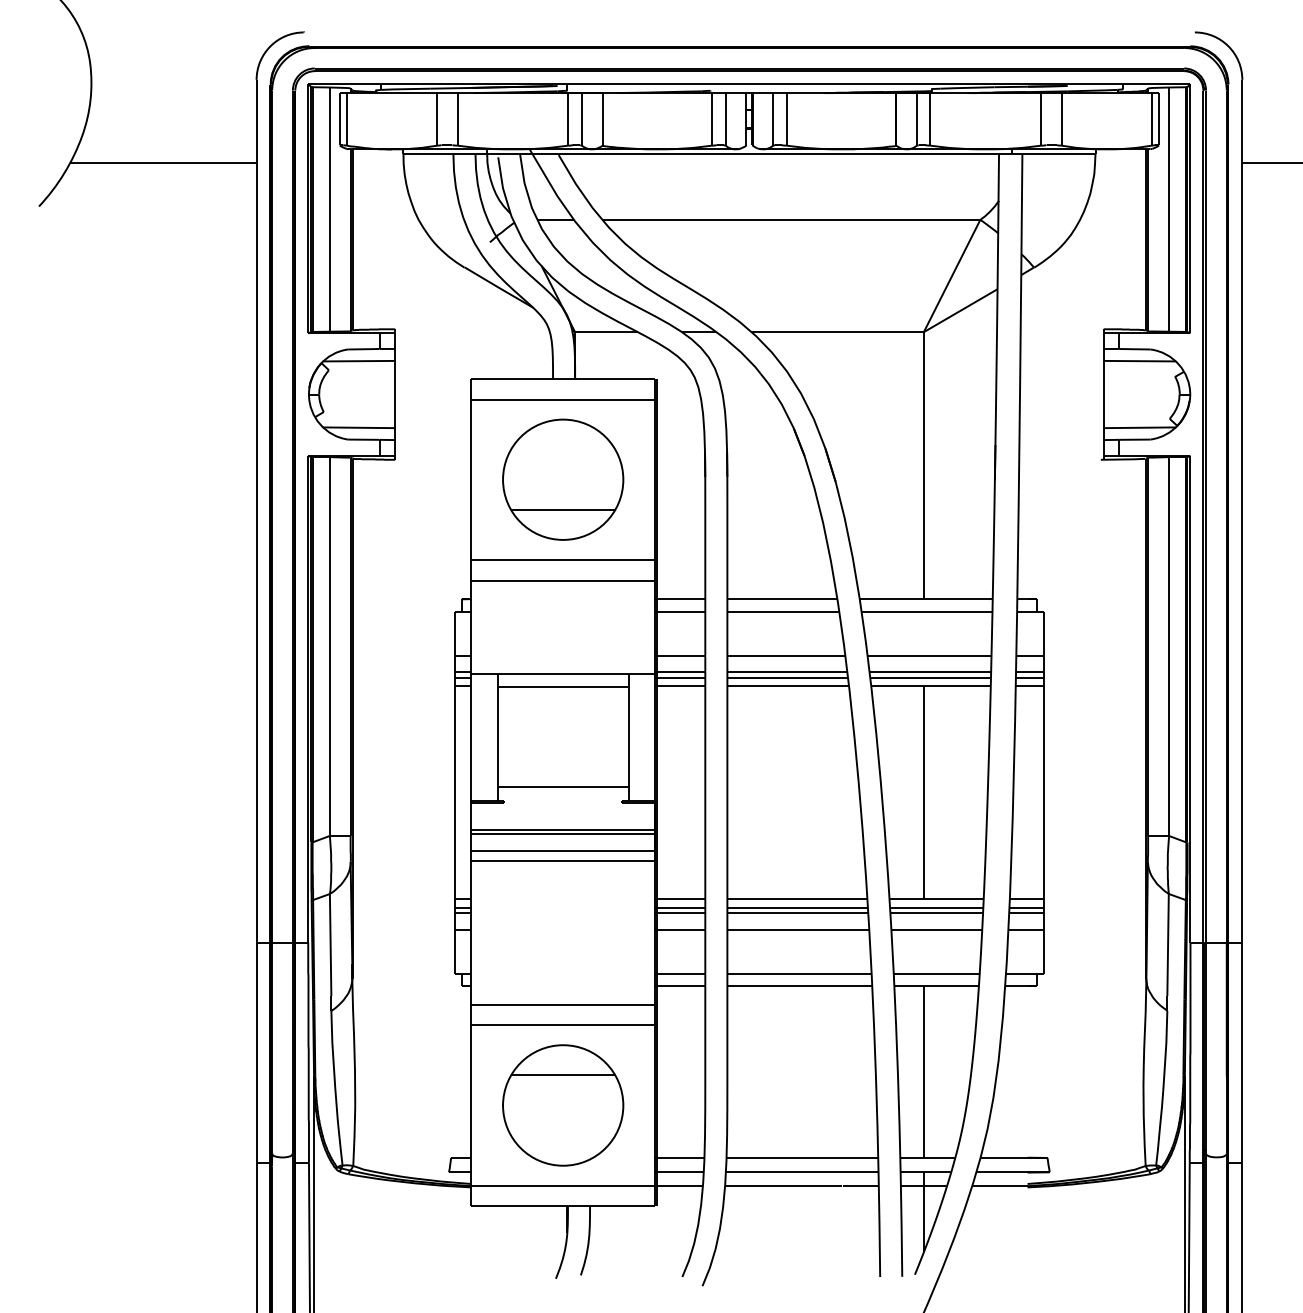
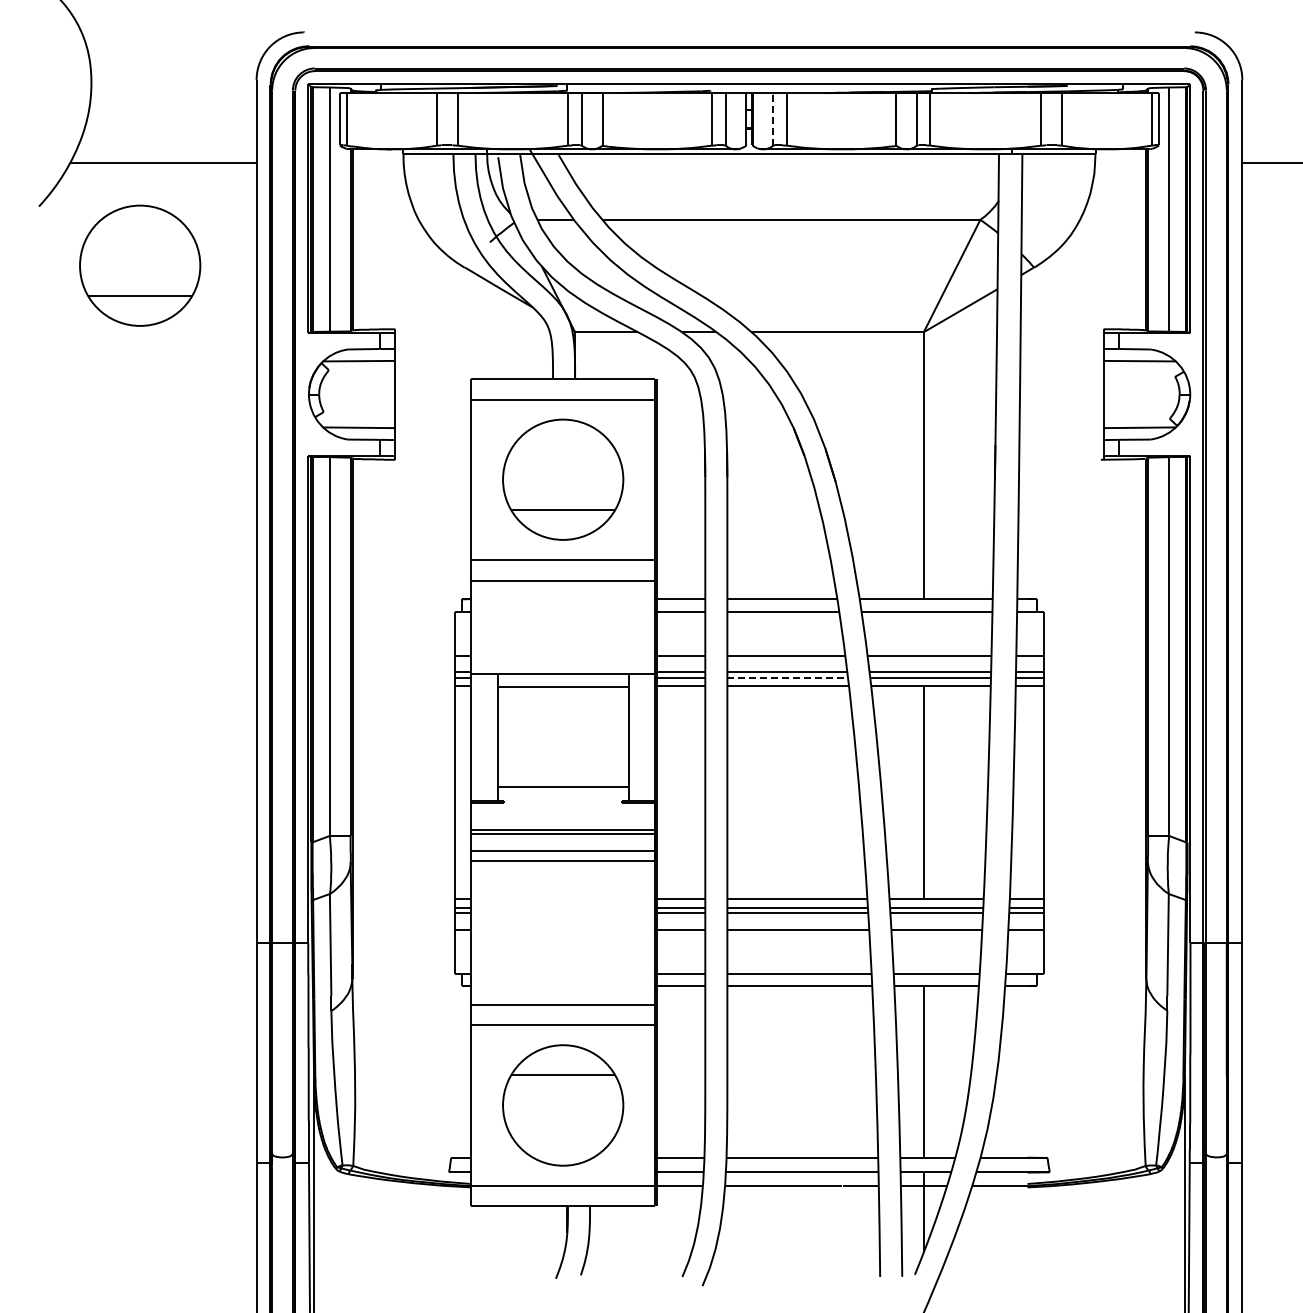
line at (773, 118): solid -> dashed
part at (140, 265): none -> present
line at (788, 677): solid -> dashed
